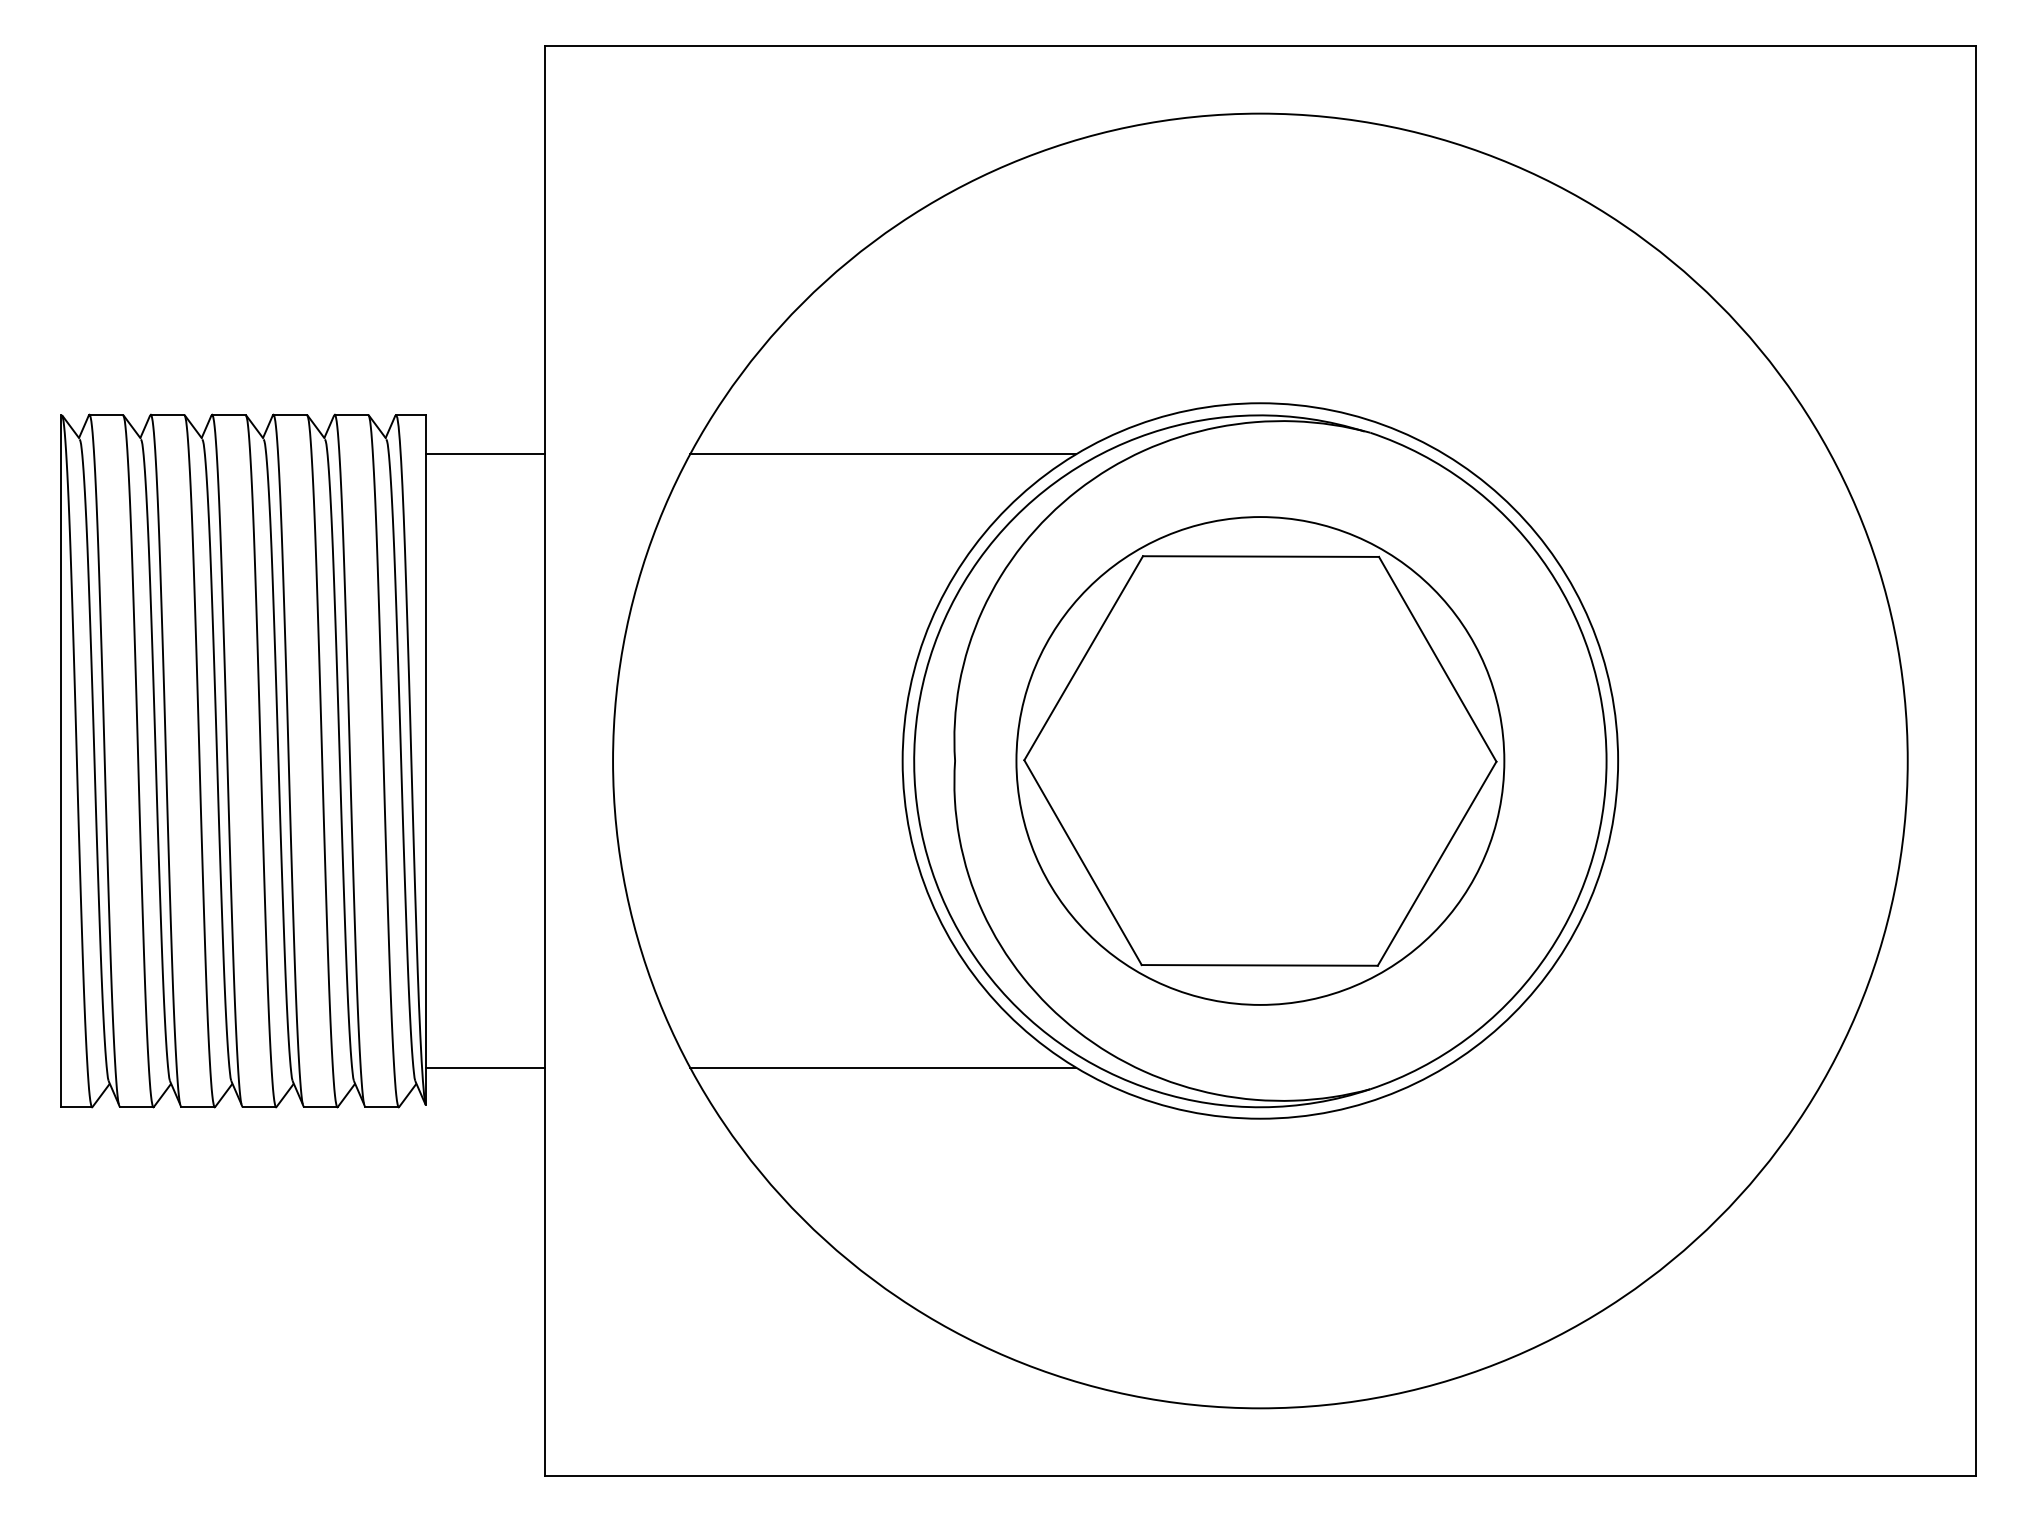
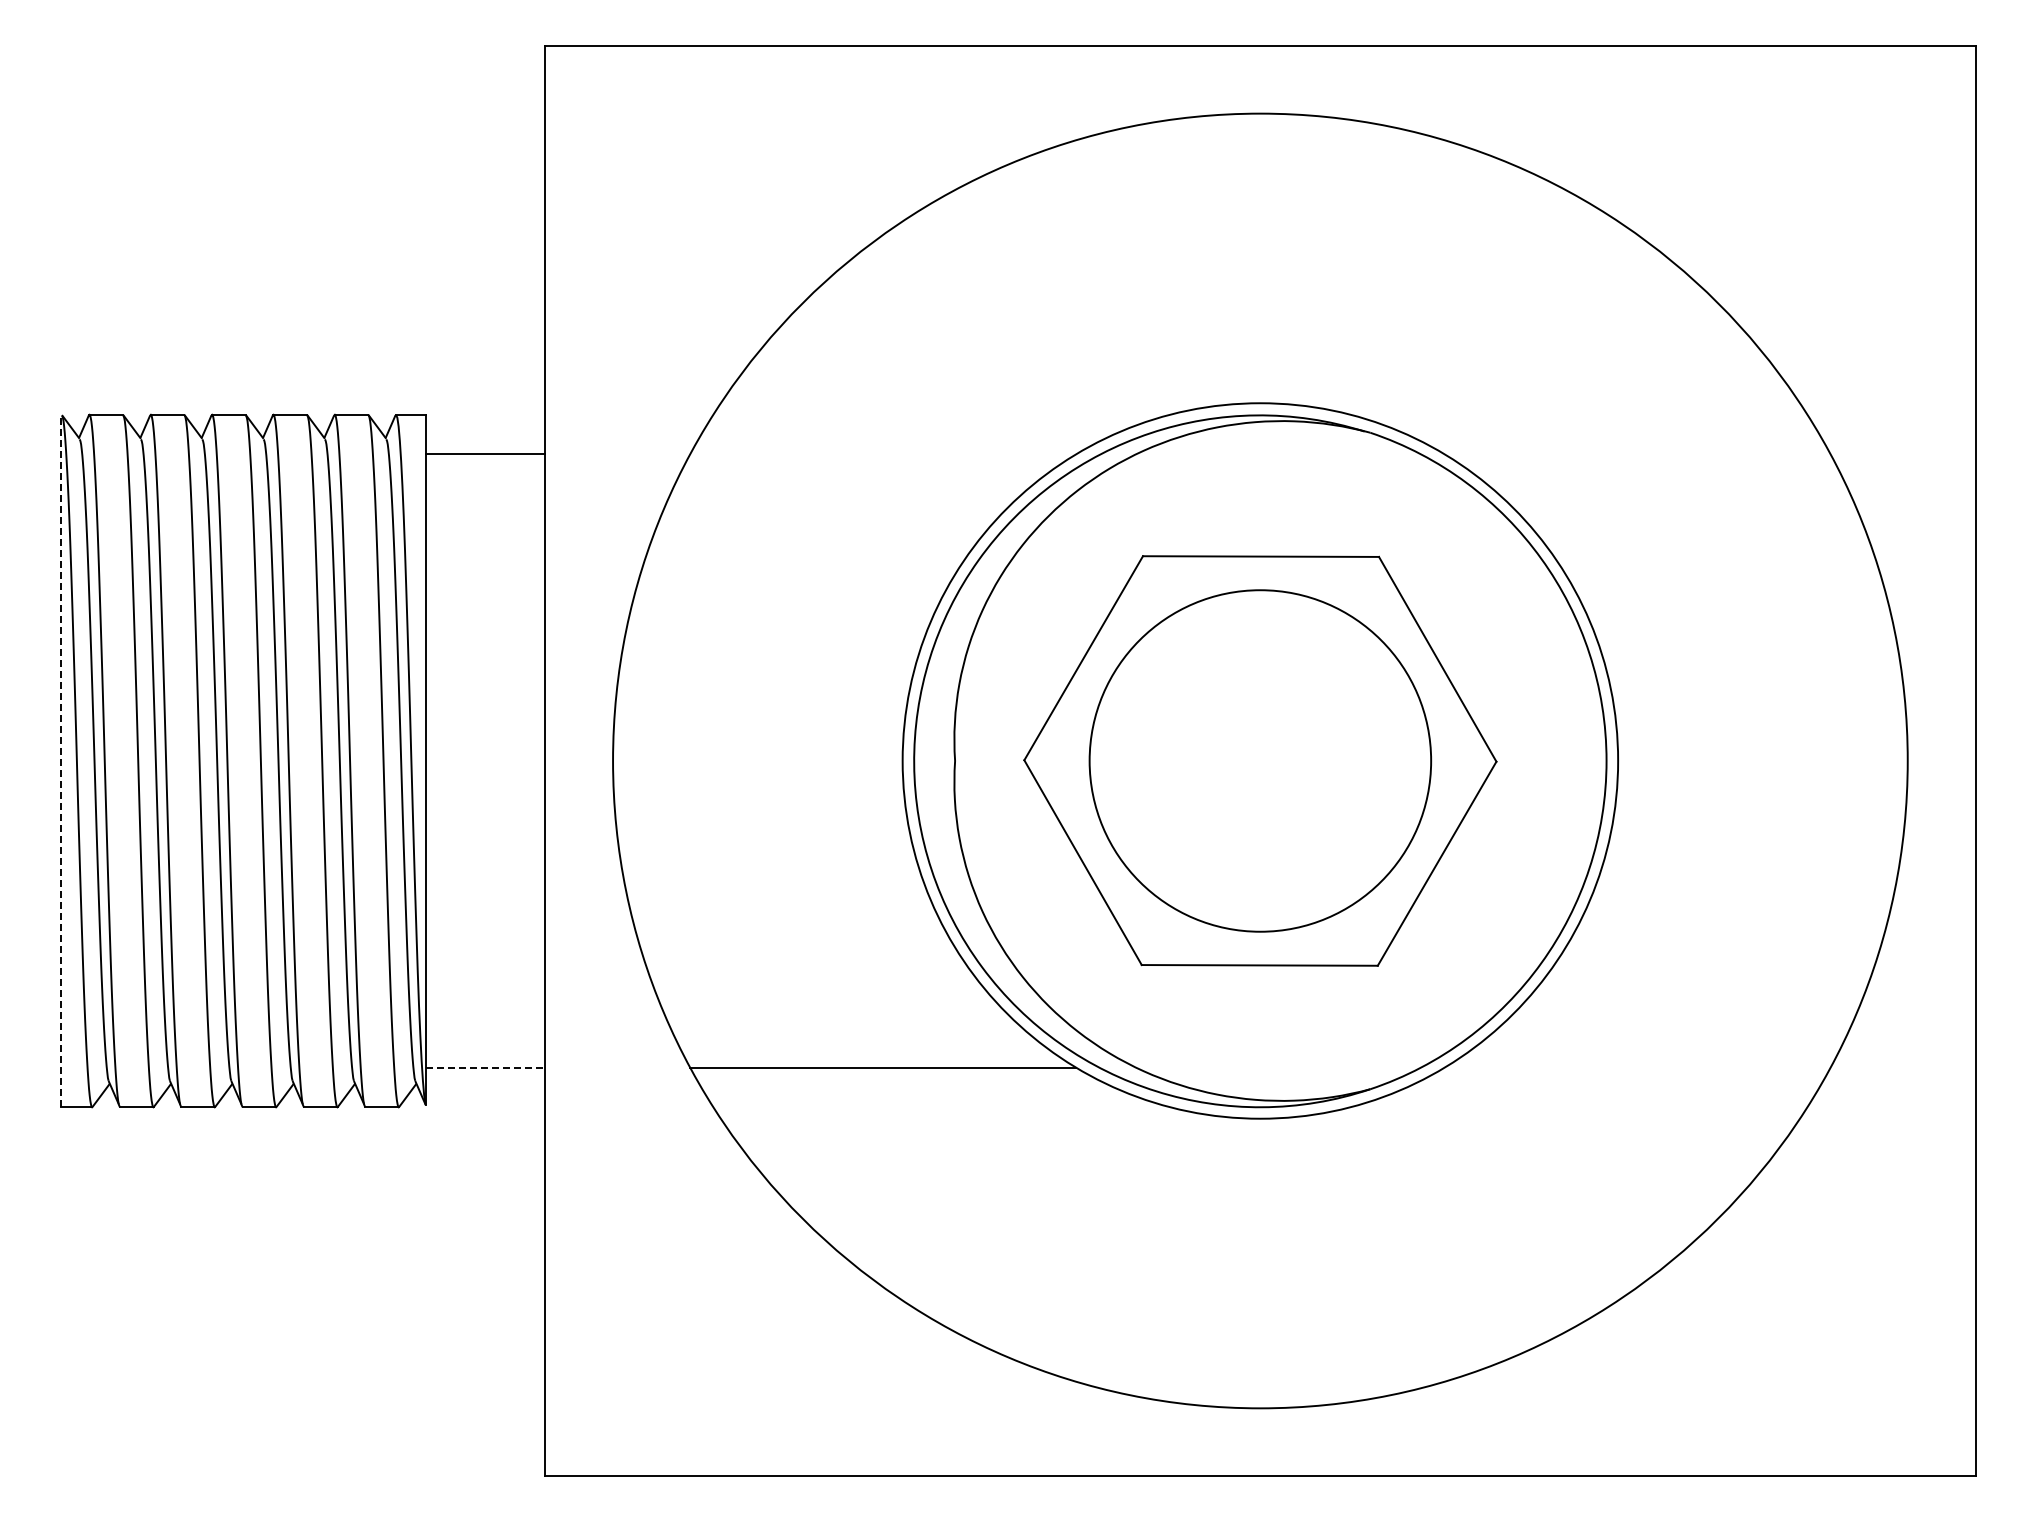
line at (882, 454): present -> none
line at (61, 760): solid -> dashed
circle at (1260, 760) diameter: 488 px -> 342 px
line at (485, 1067): solid -> dashed
